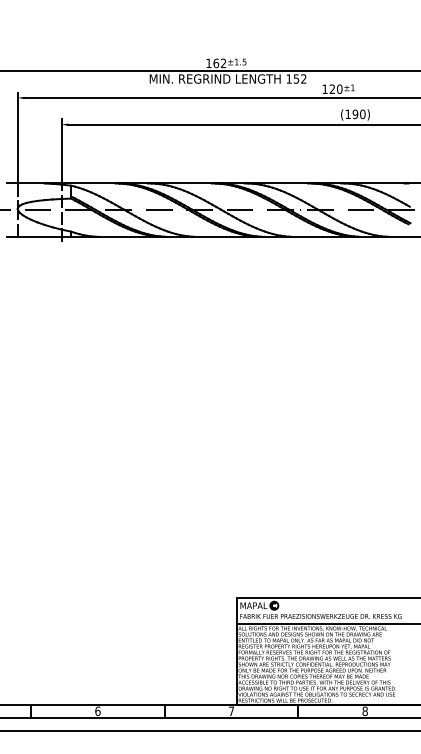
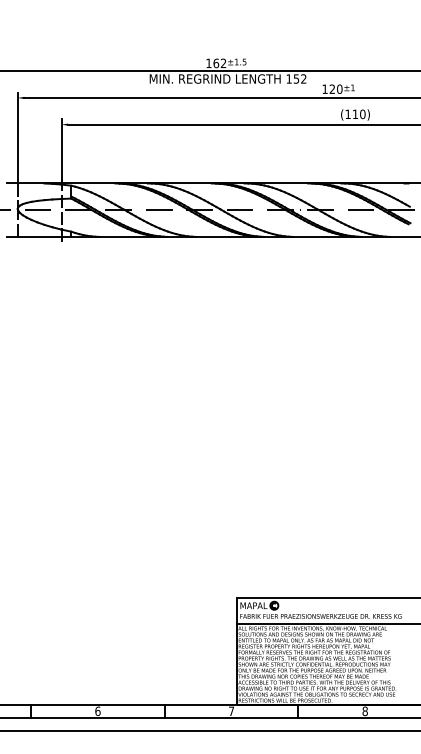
text at (355, 114): (190) -> (110)
